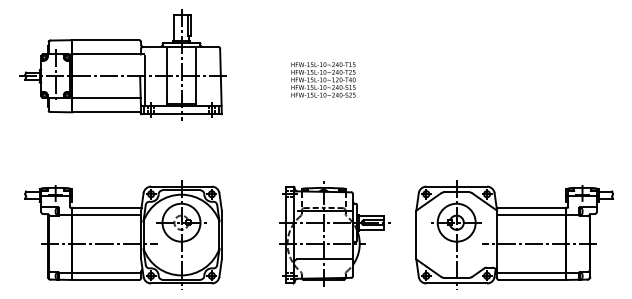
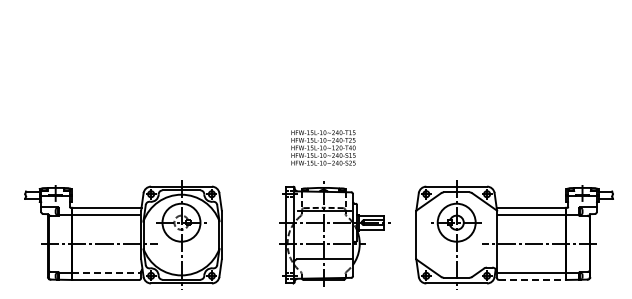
part at (122, 64): present -> none
text at (323, 79) position: (323, 79) -> (323, 147)
line at (106, 272): solid -> dashed
line at (532, 279): solid -> dashed
